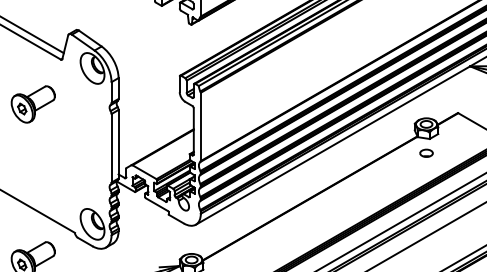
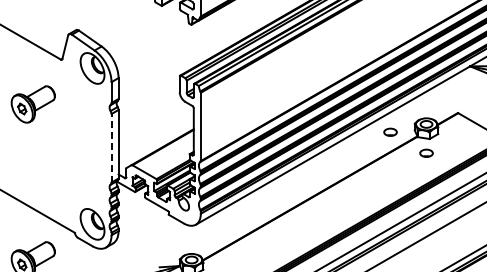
line at (32, 35): present -> none
part at (390, 131): none -> present
line at (111, 147): solid -> dashed
